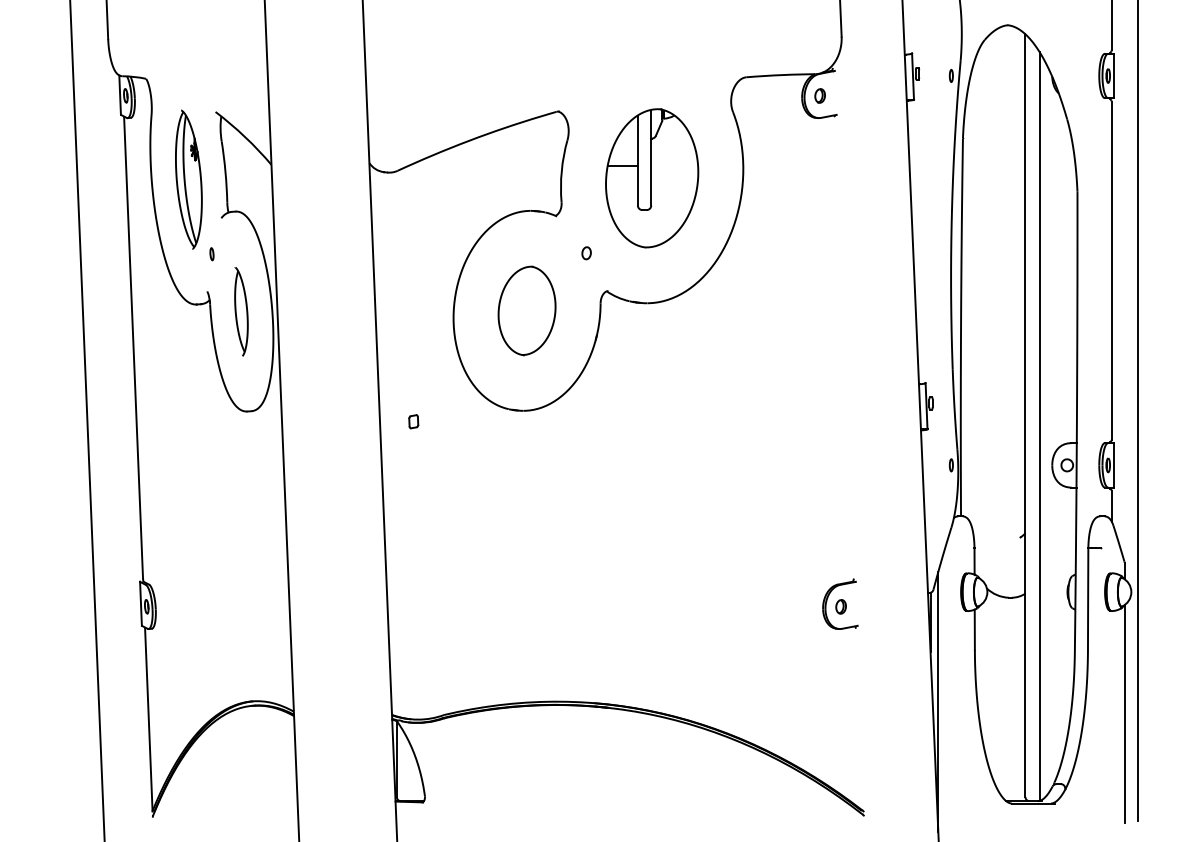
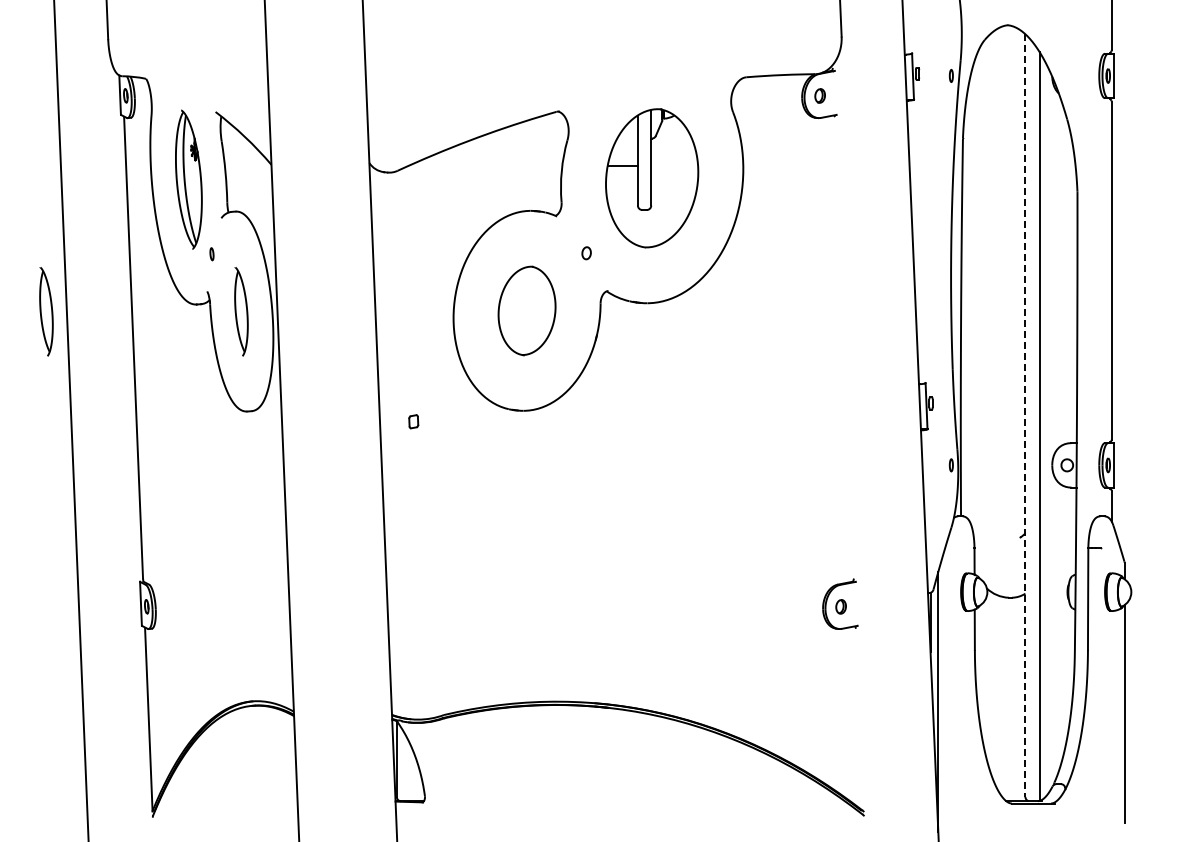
part at (46, 311): none -> present
line at (1137, 411): present -> none
line at (1025, 416): solid -> dashed
line at (87, 420) position: (87, 420) -> (71, 420)
